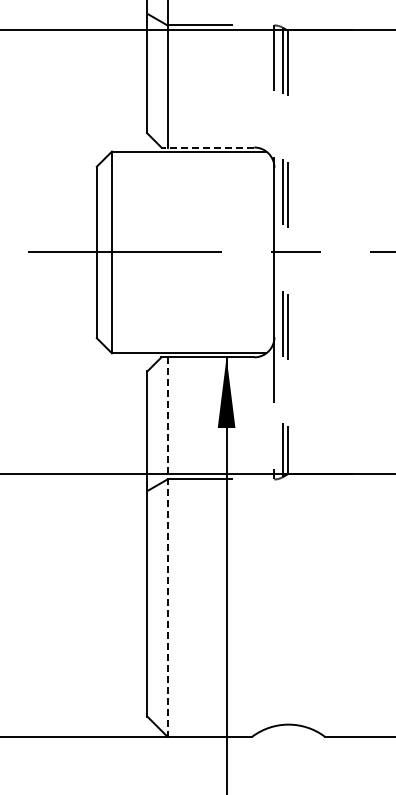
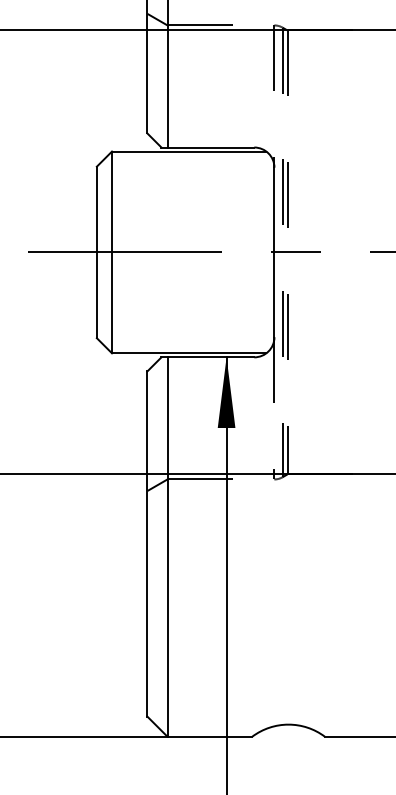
line at (207, 147): dashed -> solid
line at (167, 547): dashed -> solid
